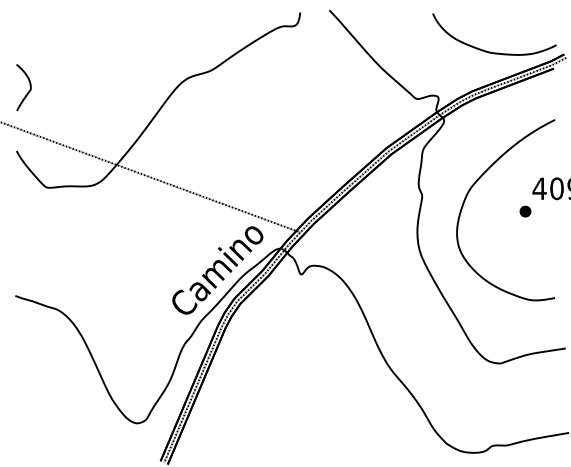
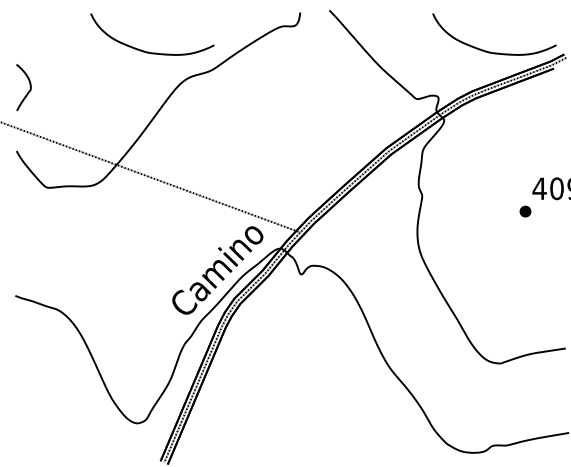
part at (148, 51): none -> present
part at (474, 185): present -> none
